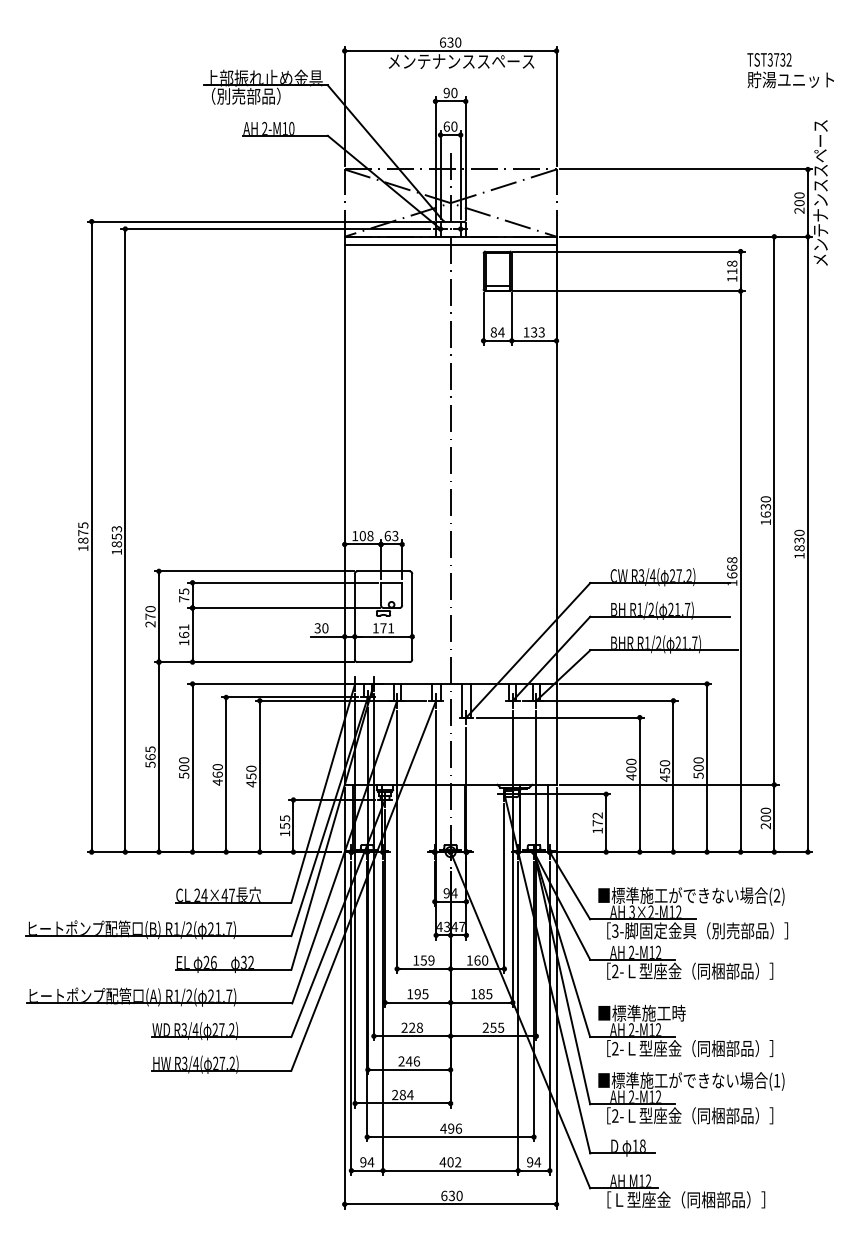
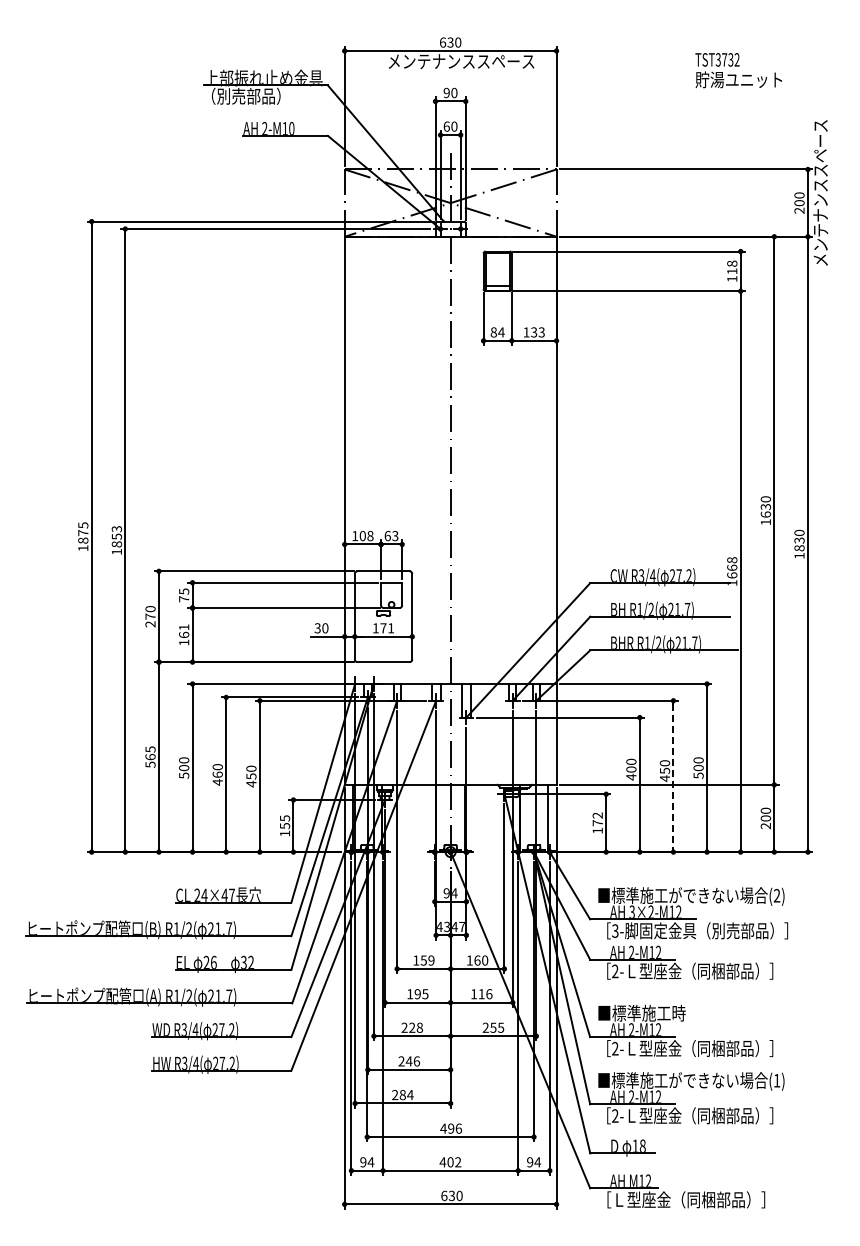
text at (790, 70) position: (790, 70) -> (738, 70)
line at (450, 245): present -> none
line at (673, 776): solid -> dashed
text at (485, 994): 185 -> 116
